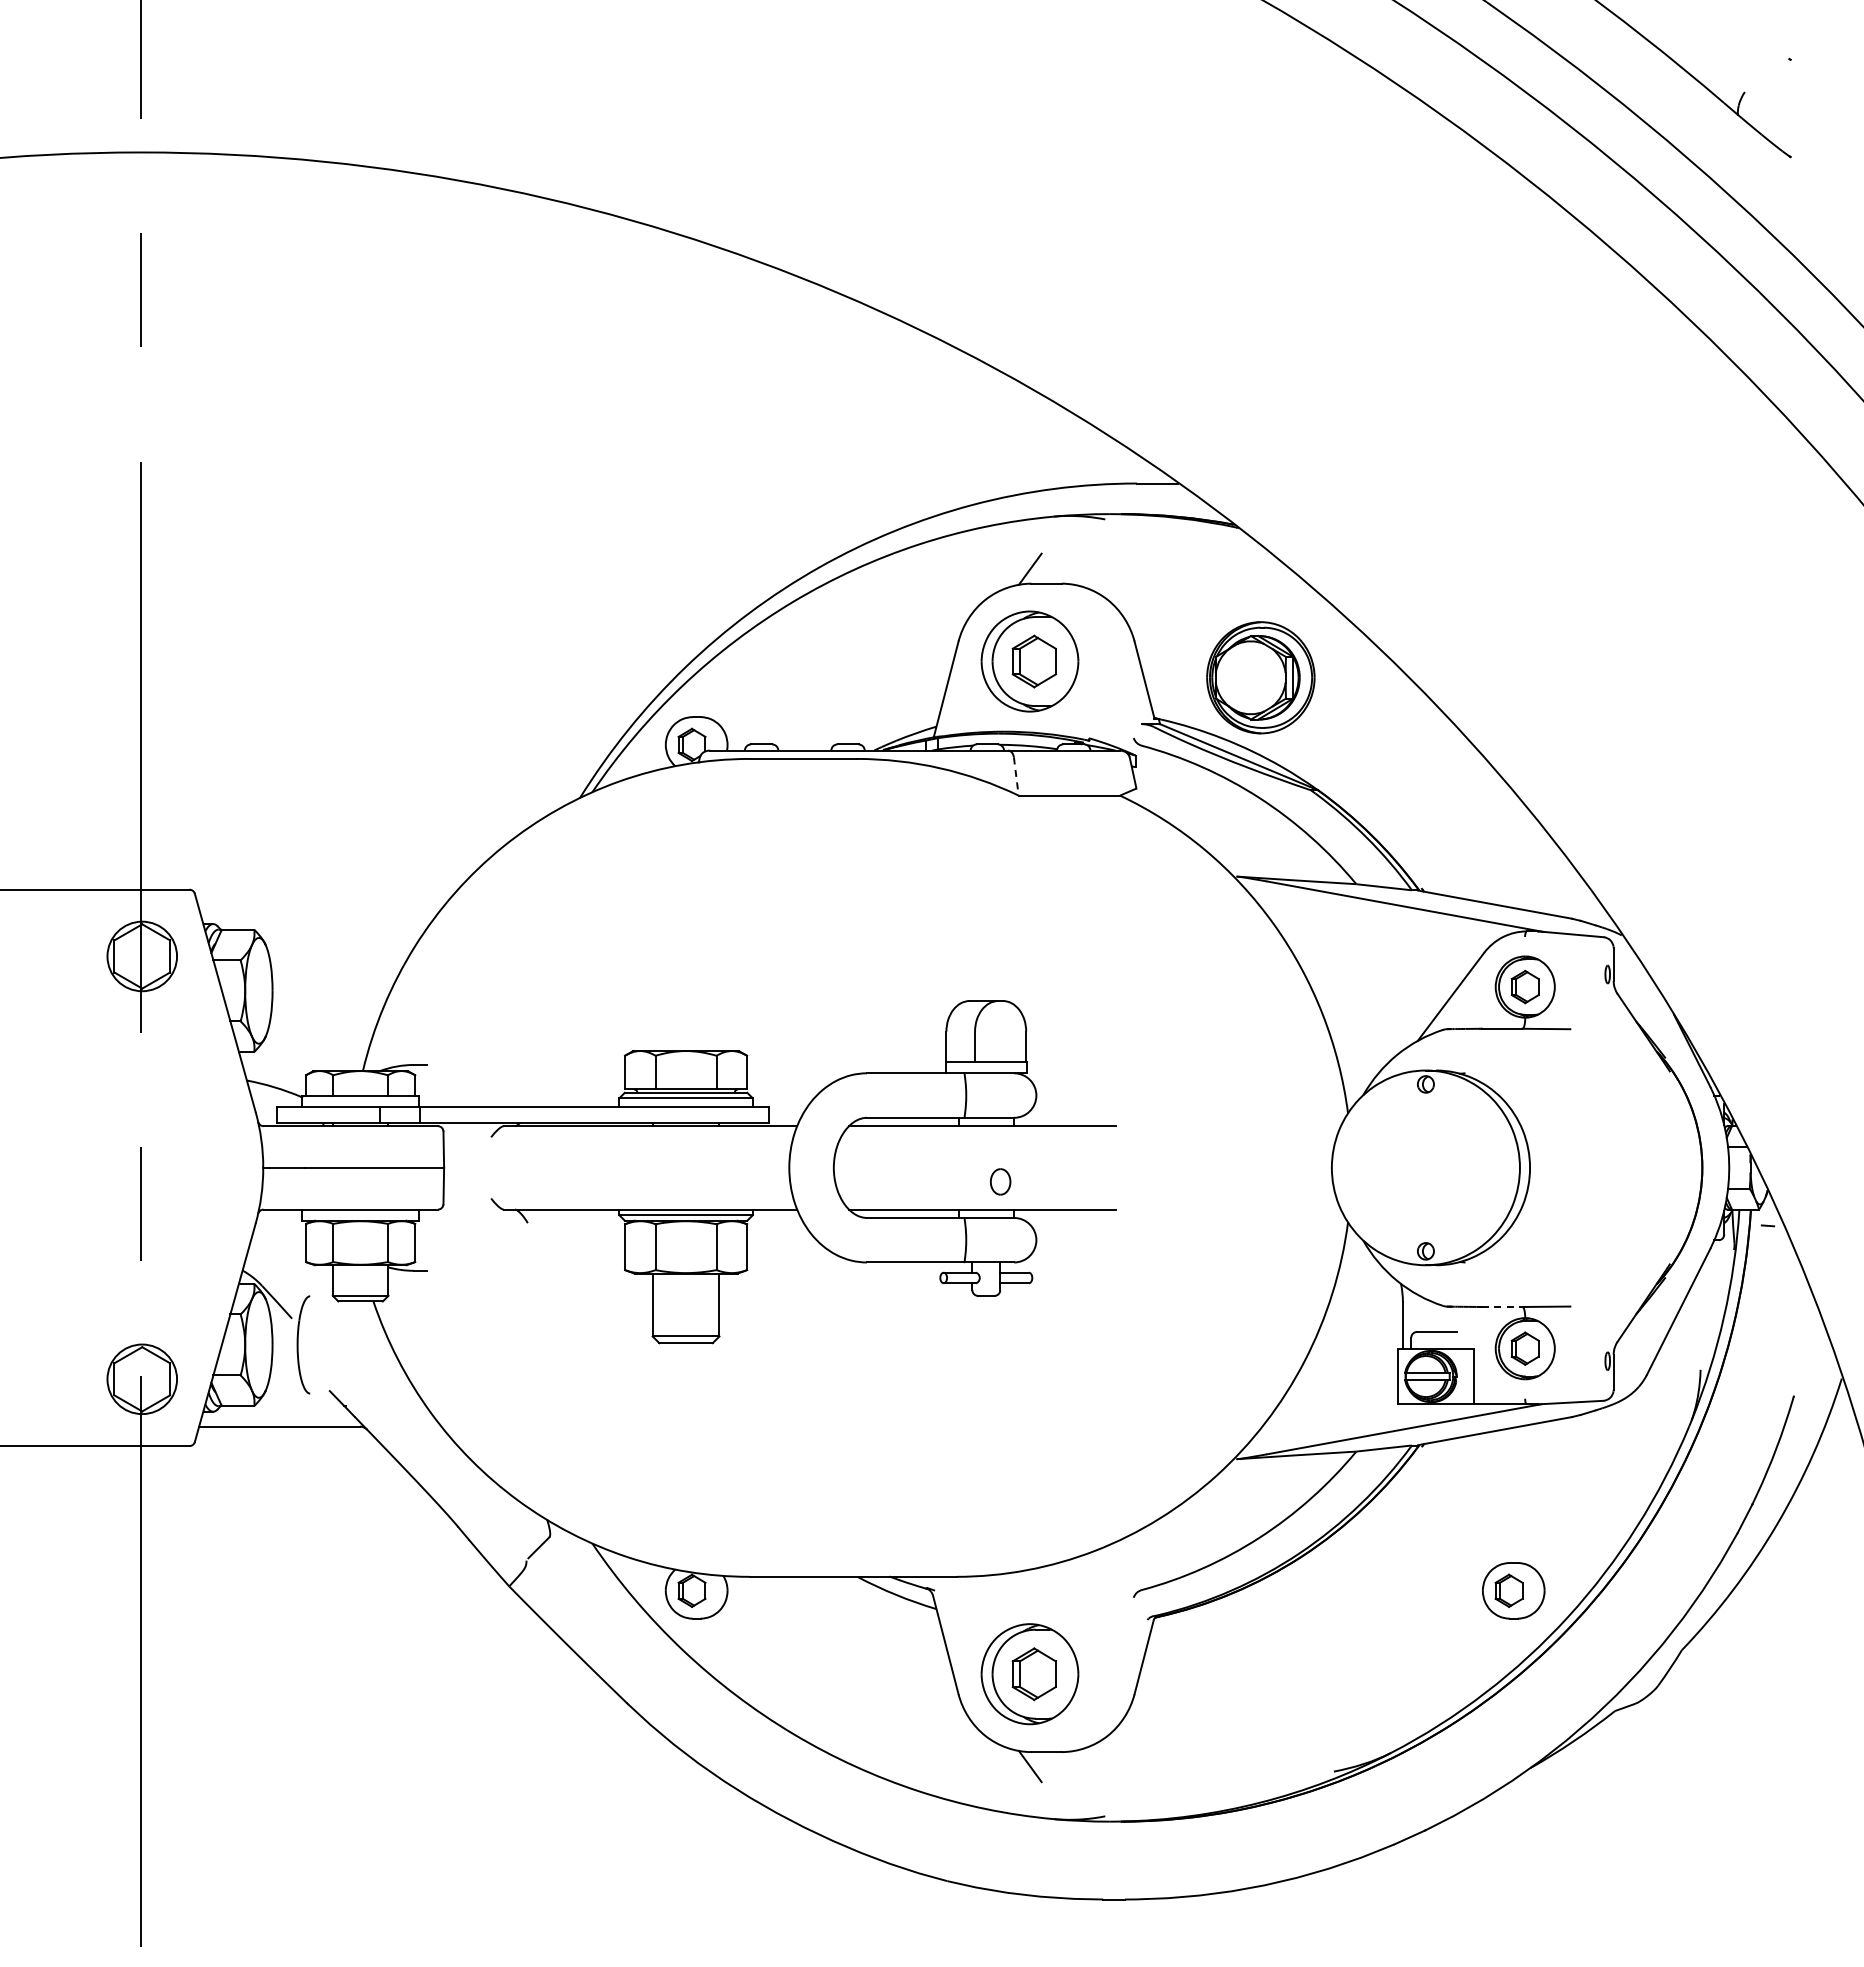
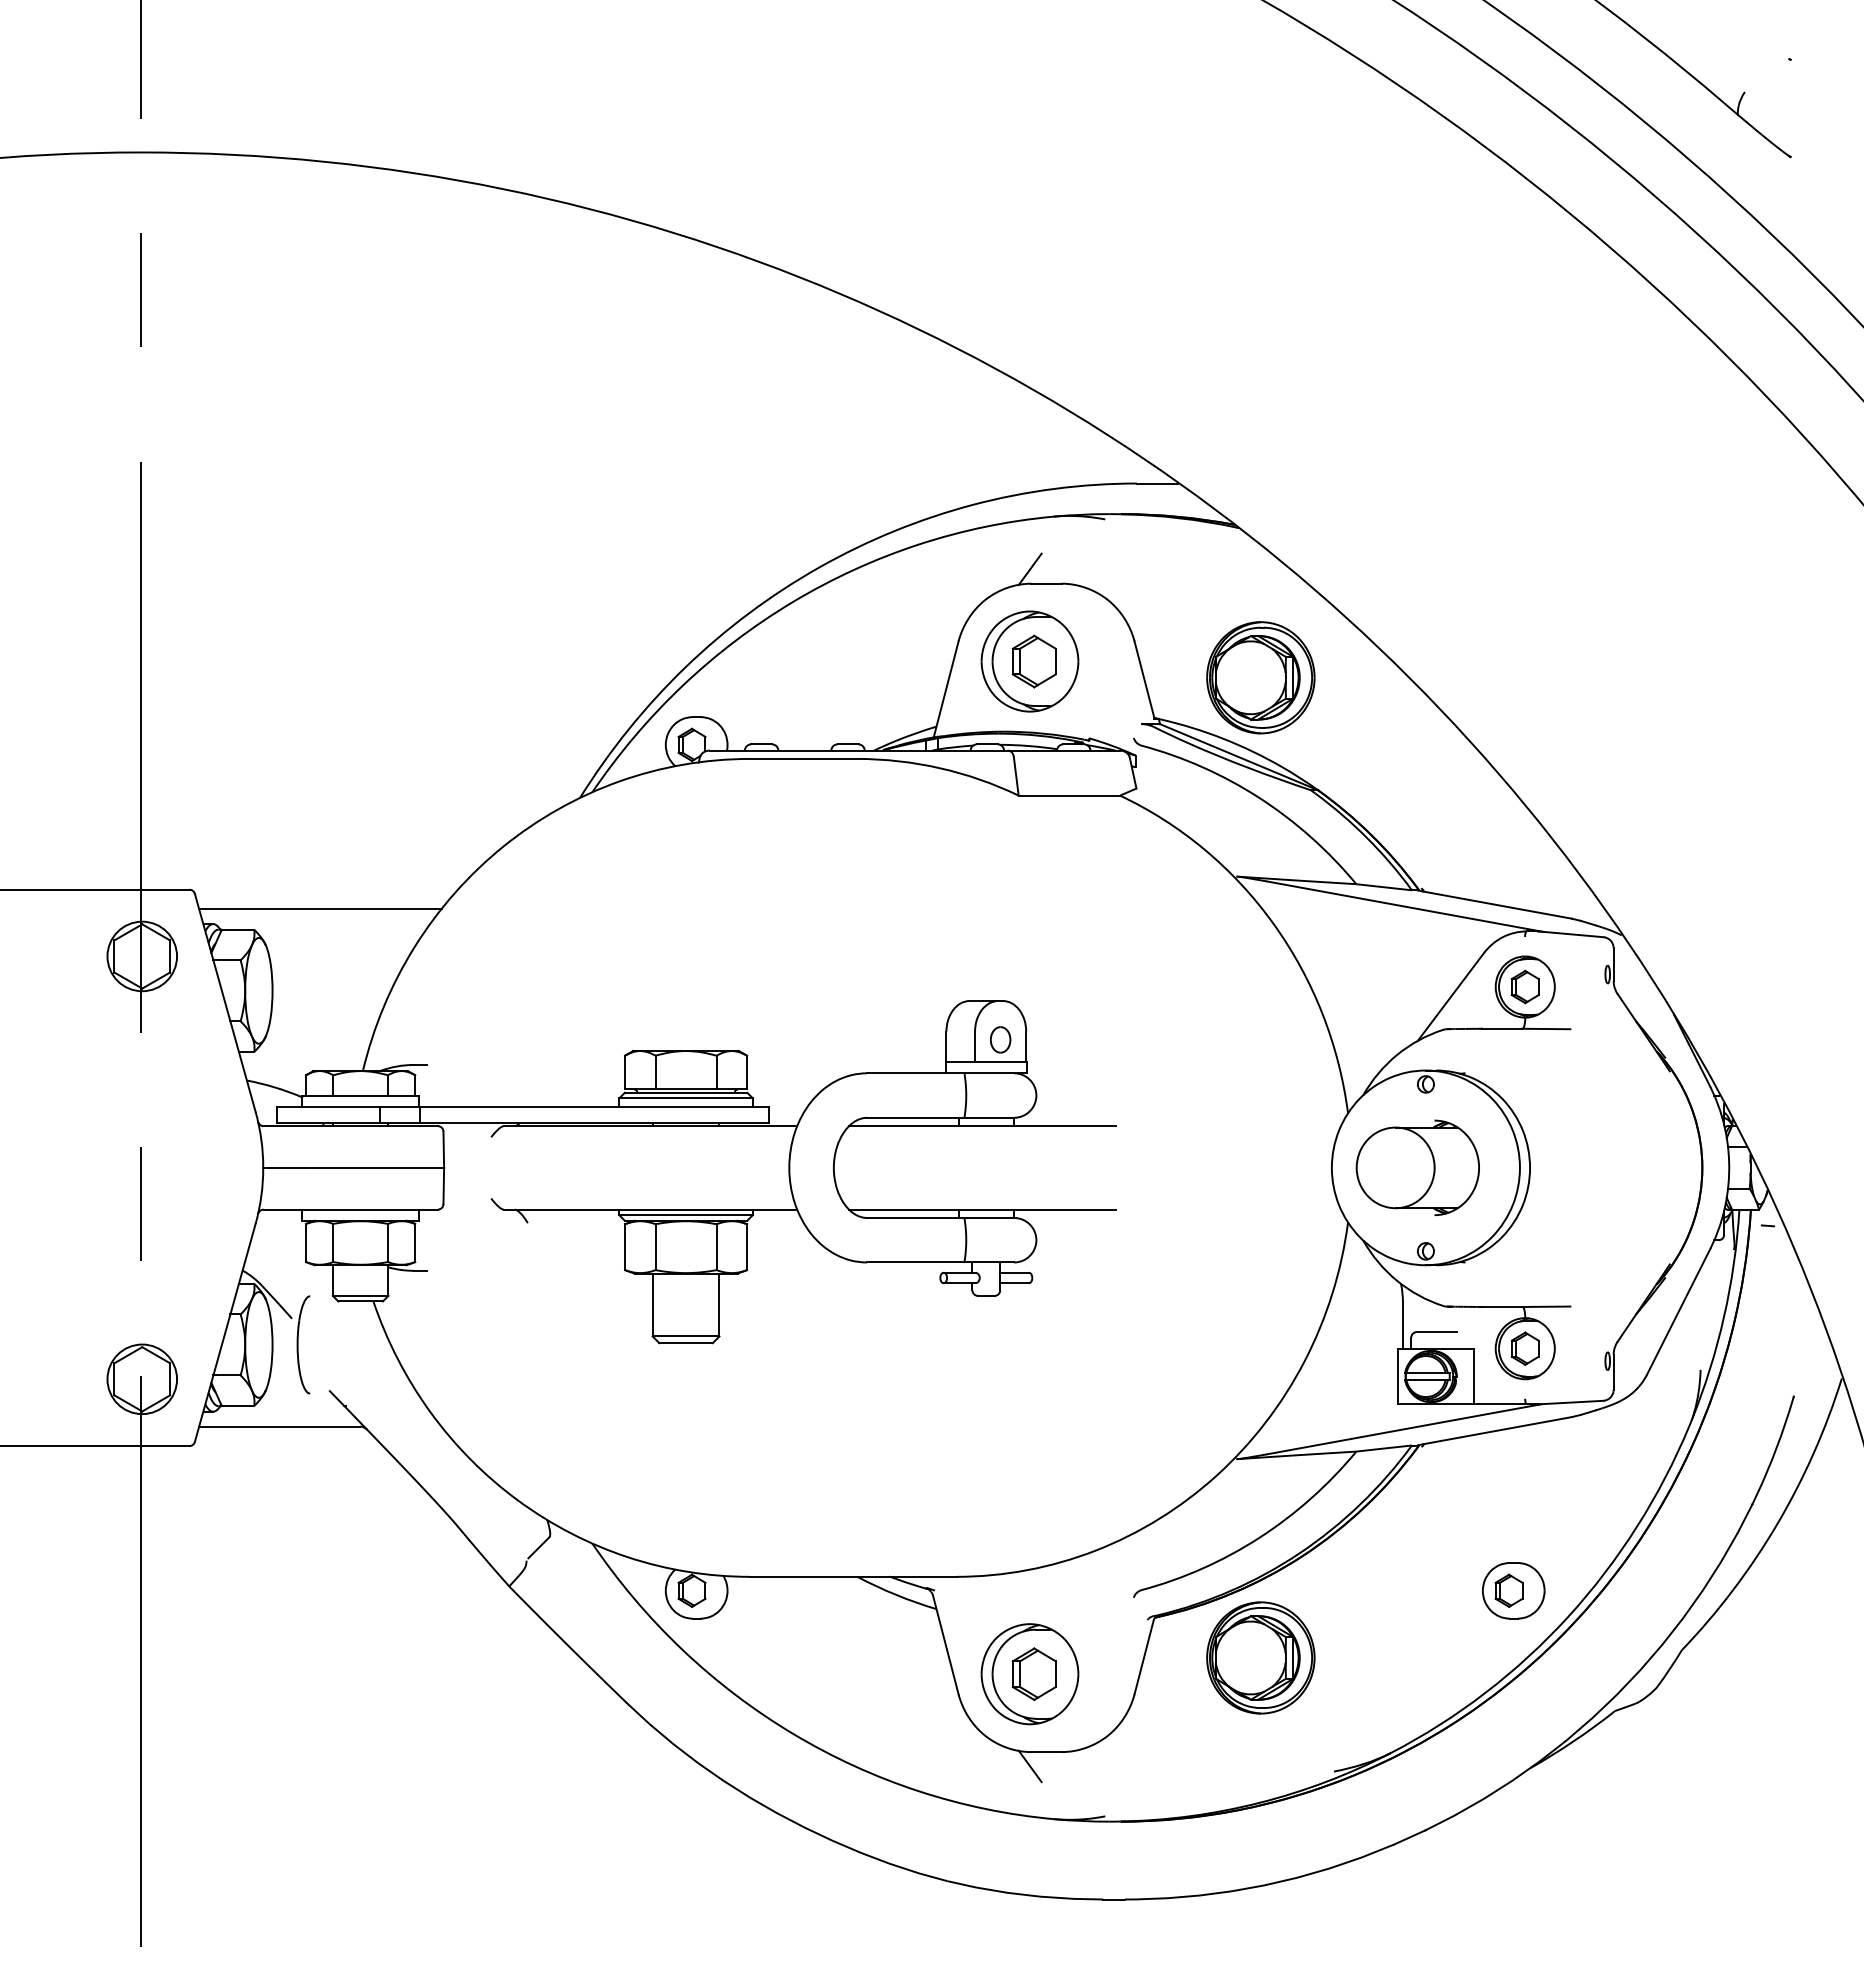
line at (1016, 777): dashed -> solid
line at (320, 909): none -> present
part at (1417, 1167): none -> present
part at (1000, 1181) position: (1000, 1181) -> (1000, 1039)
line at (1502, 1306): dashed -> solid
part at (1260, 1657): none -> present
